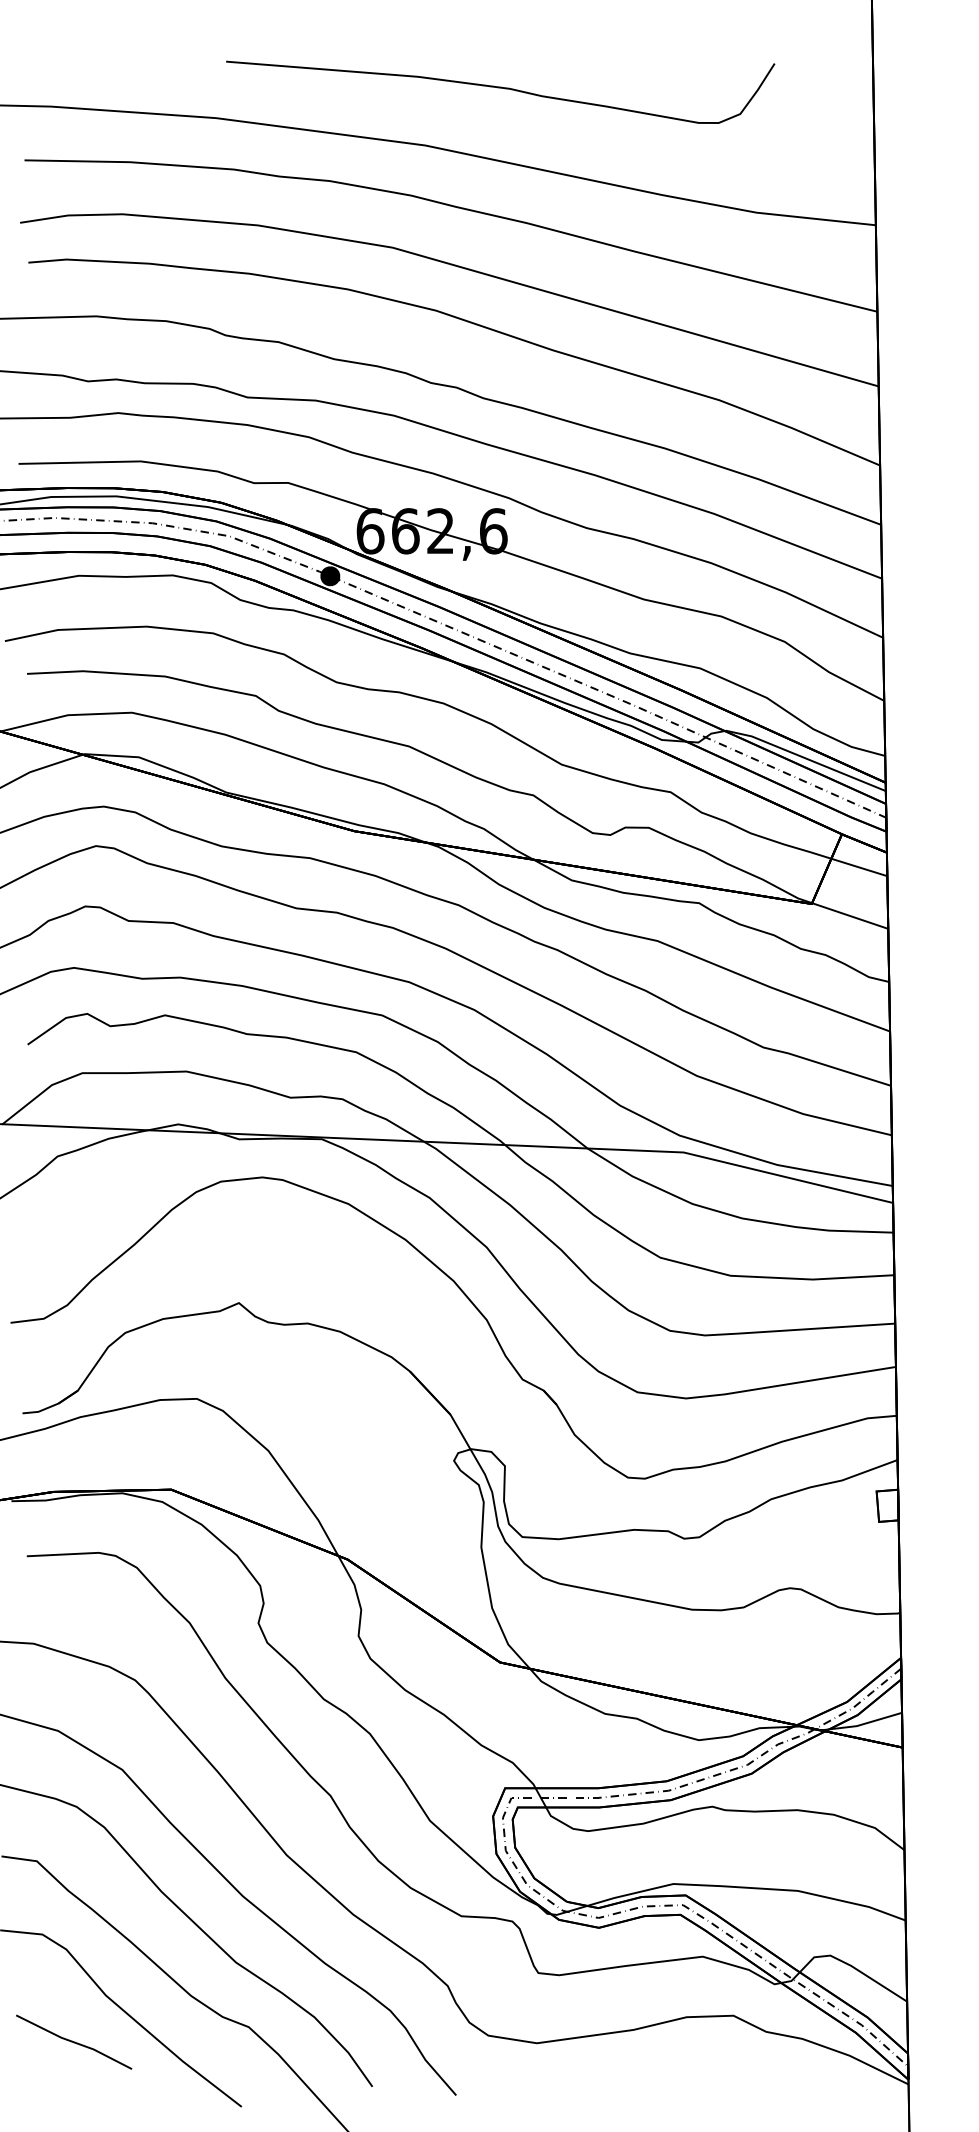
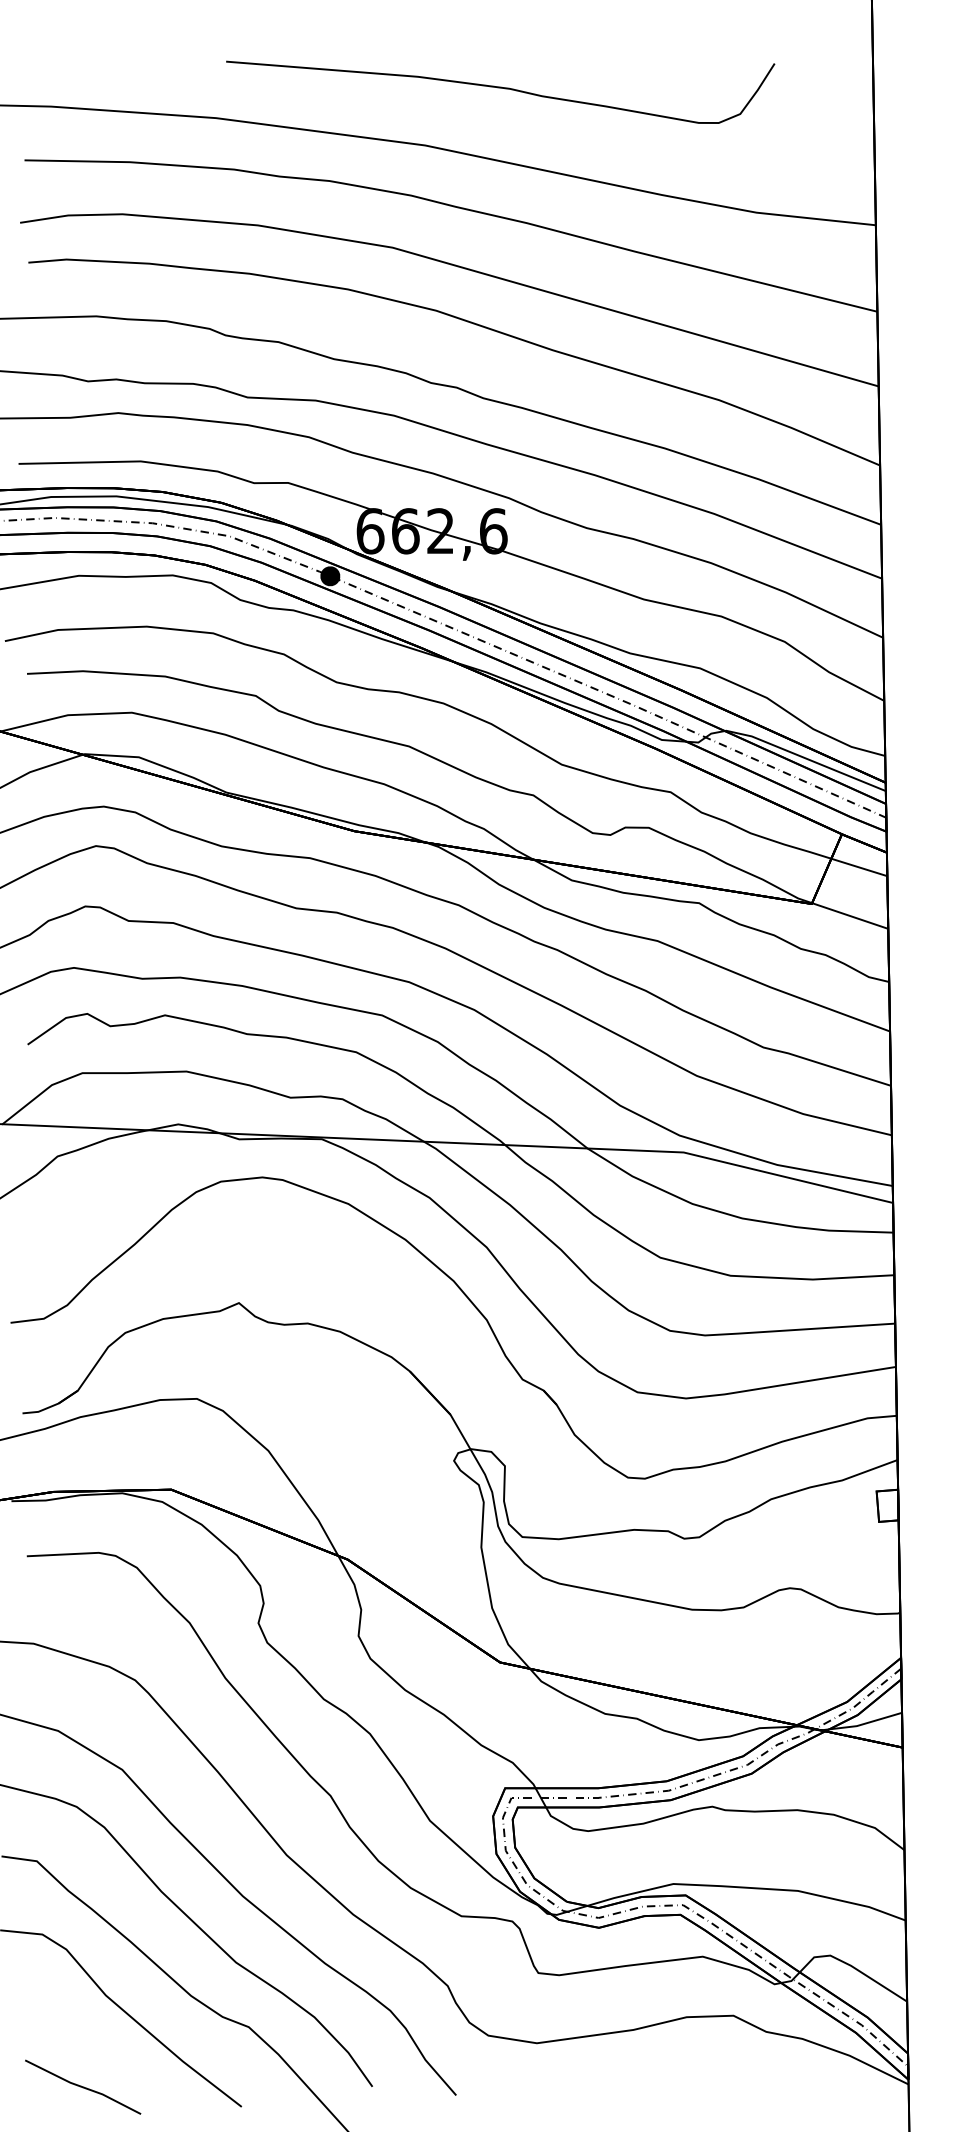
line at (74, 2041) position: (74, 2041) -> (83, 2086)
